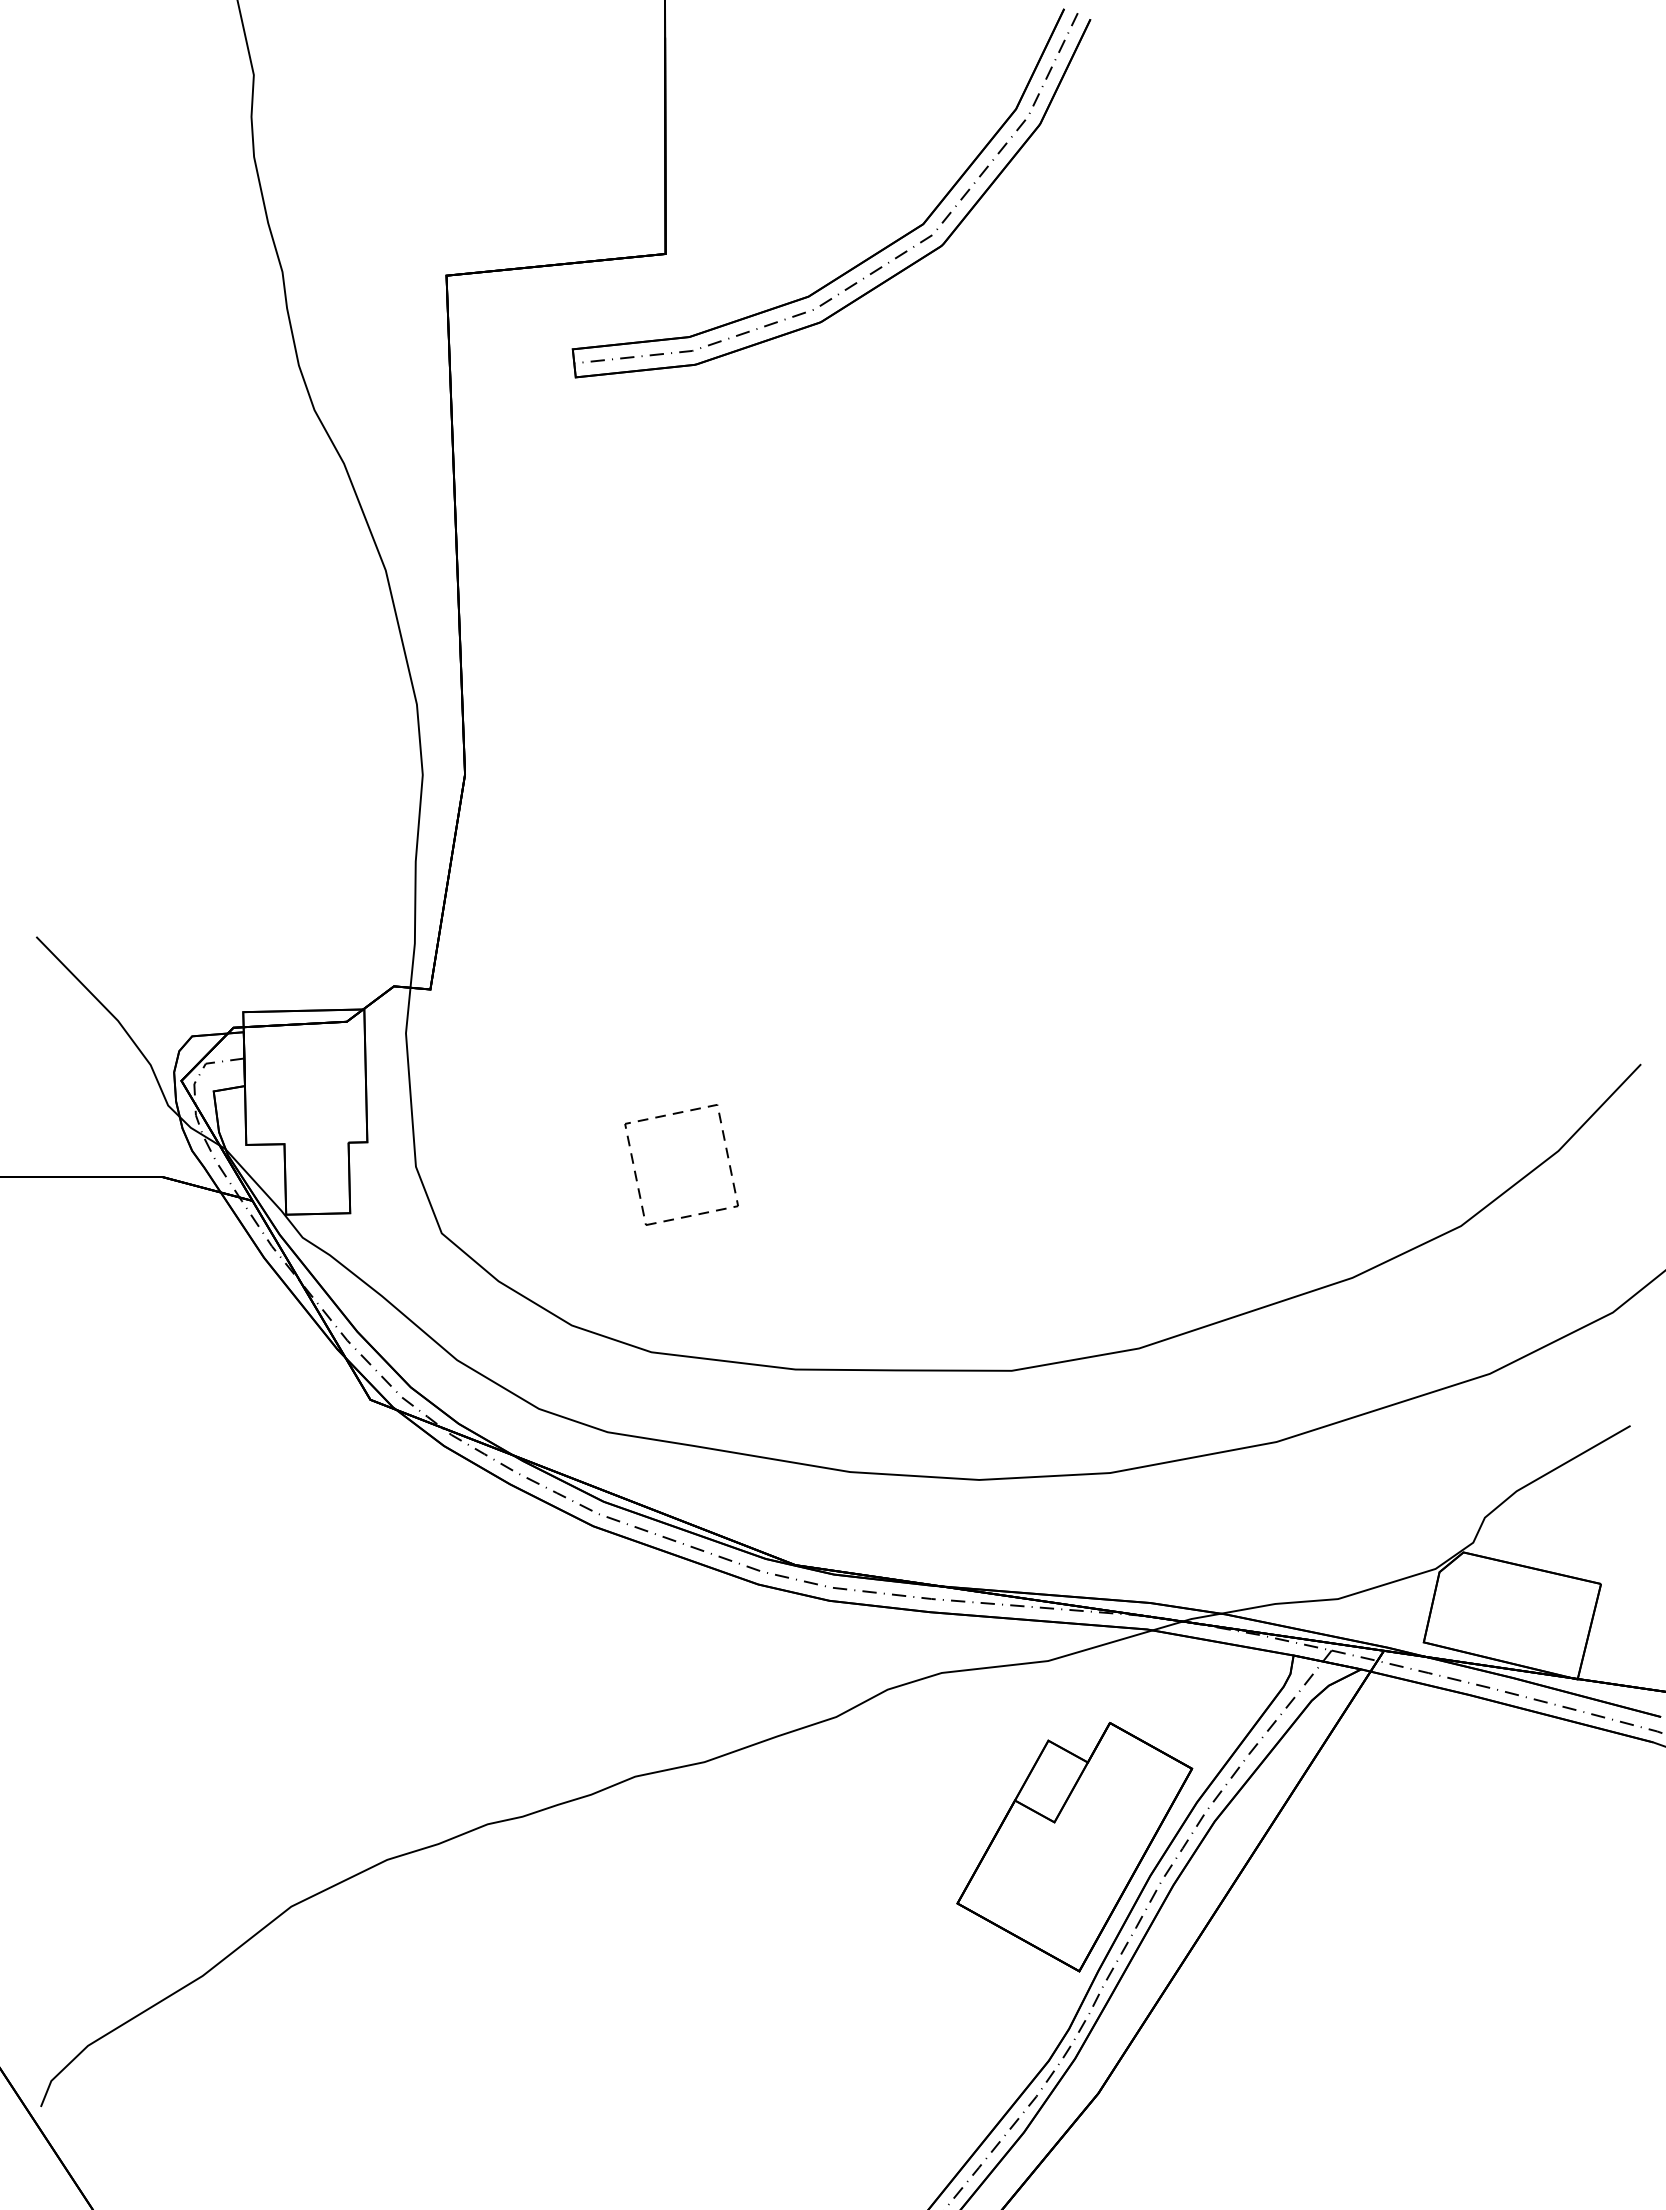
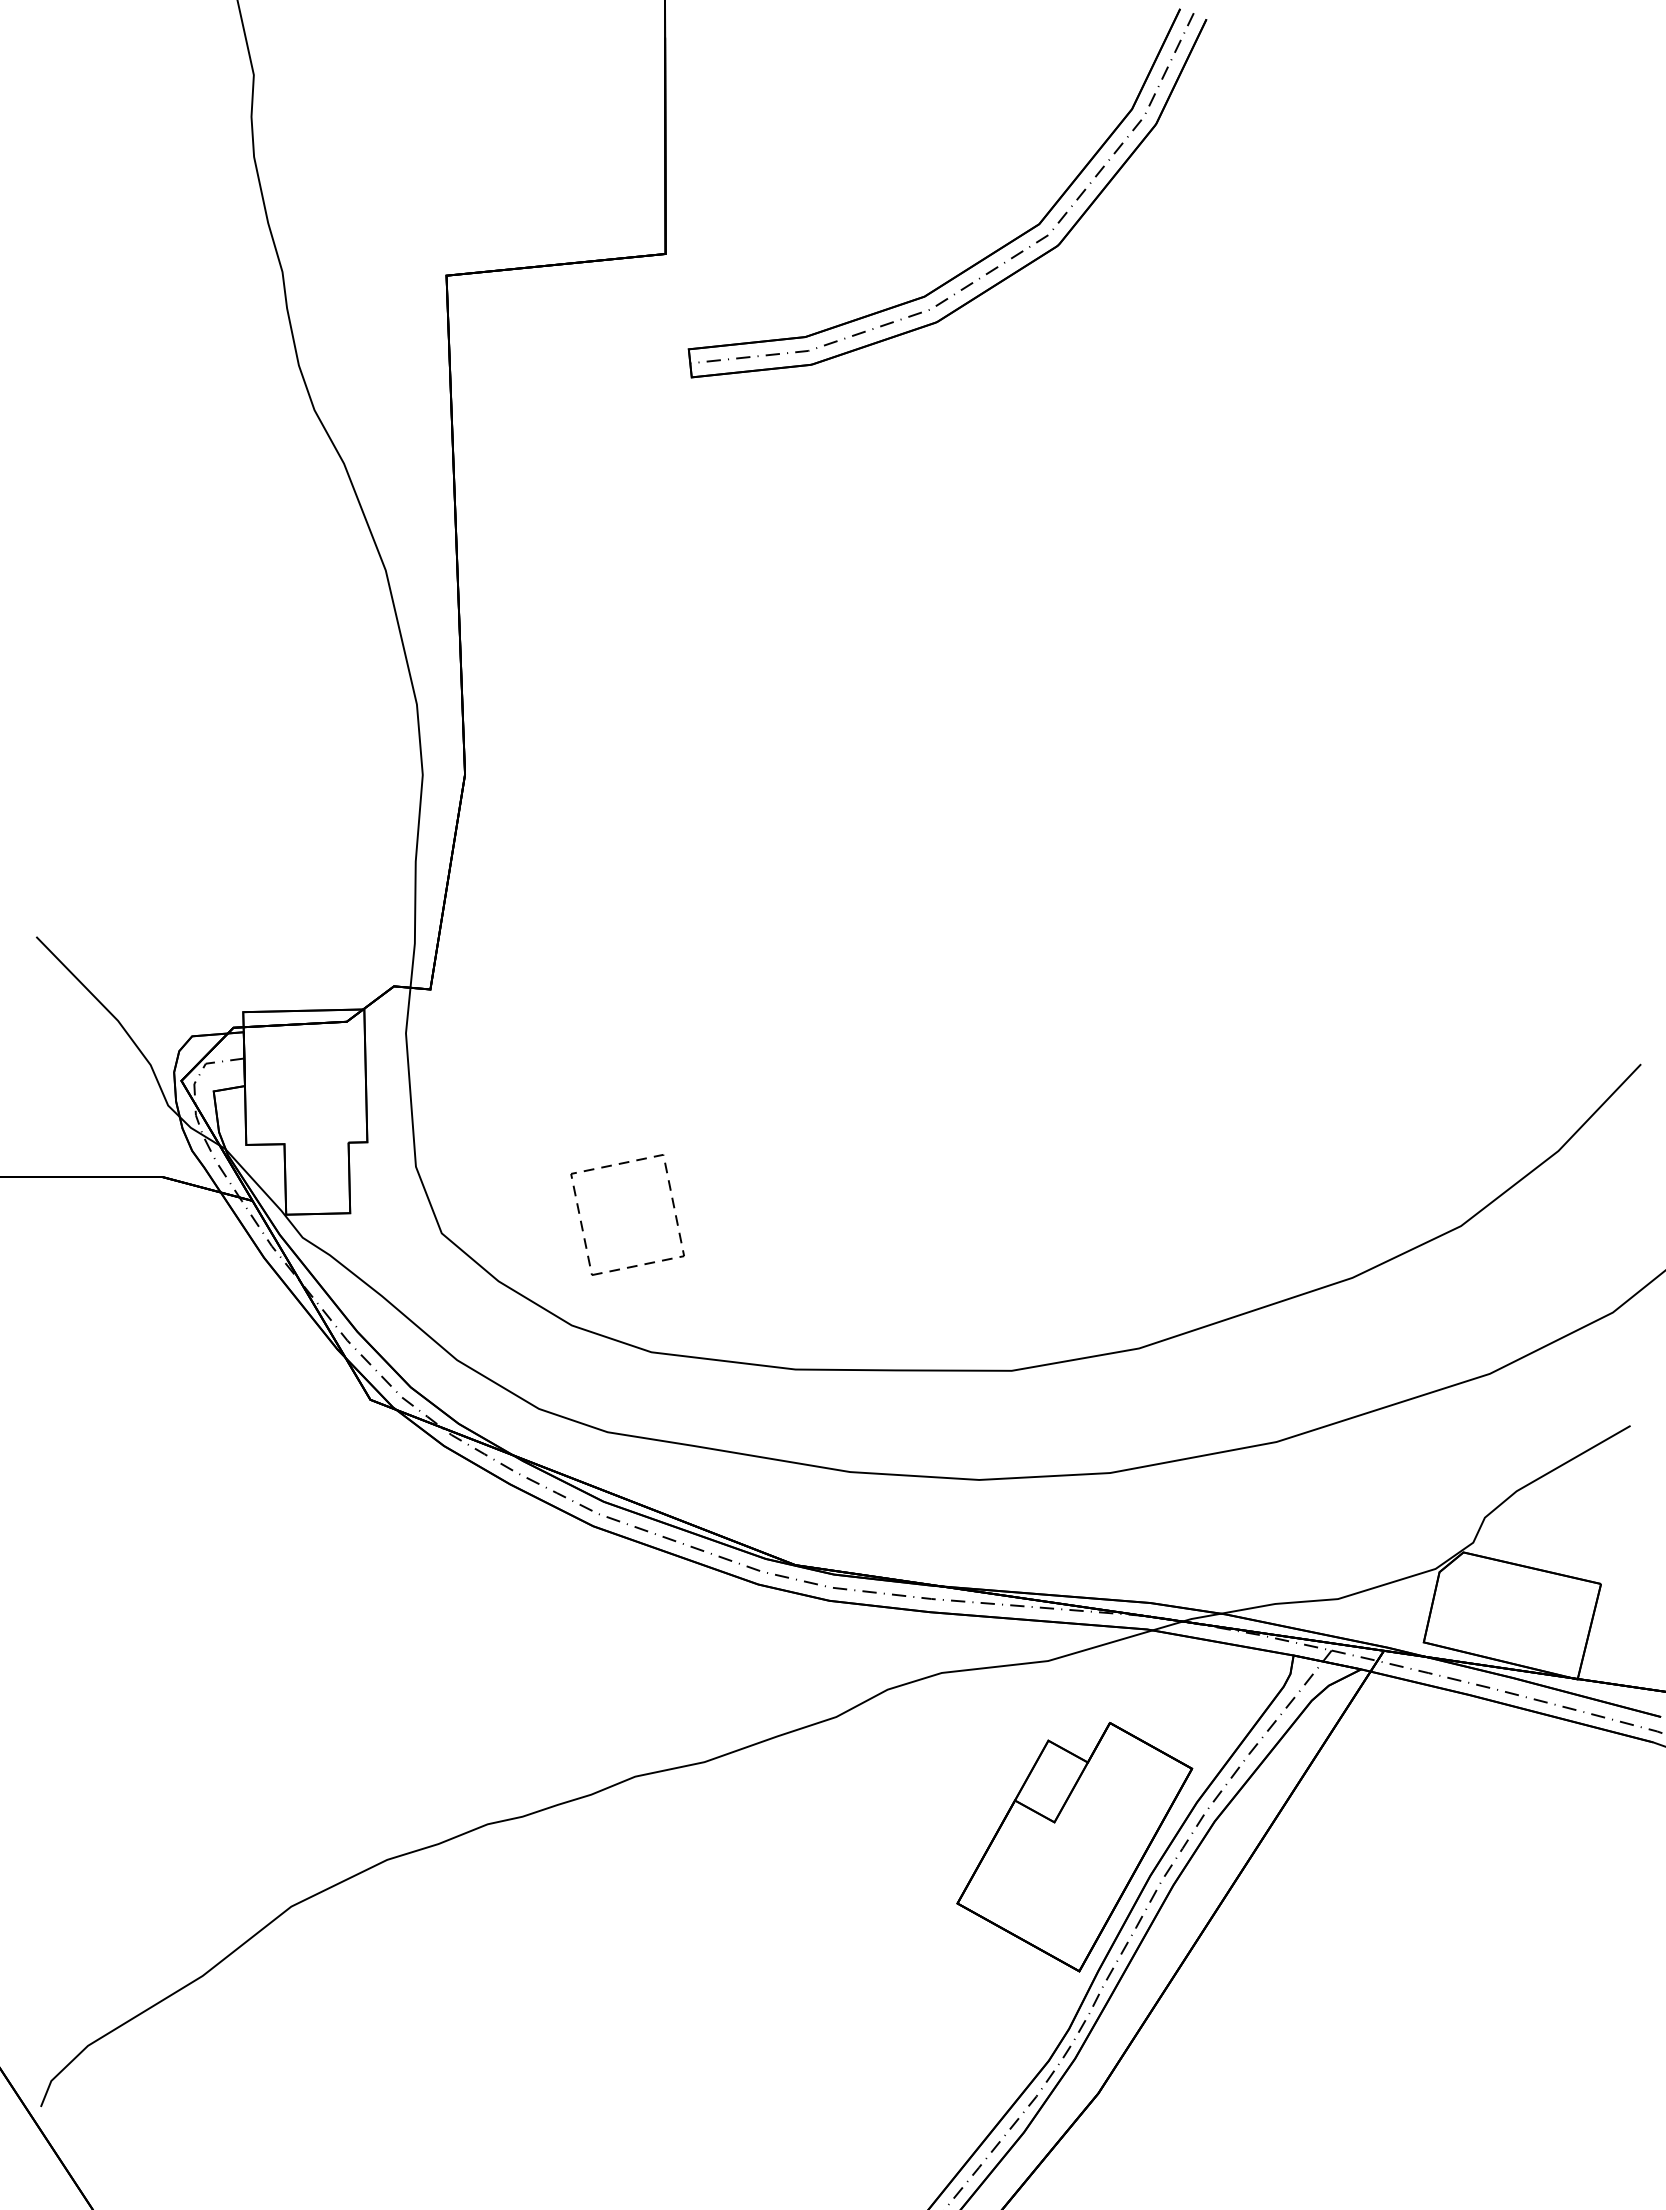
part at (869, 256) position: (869, 256) -> (985, 256)
part at (637, 1177) position: (637, 1177) -> (583, 1227)
